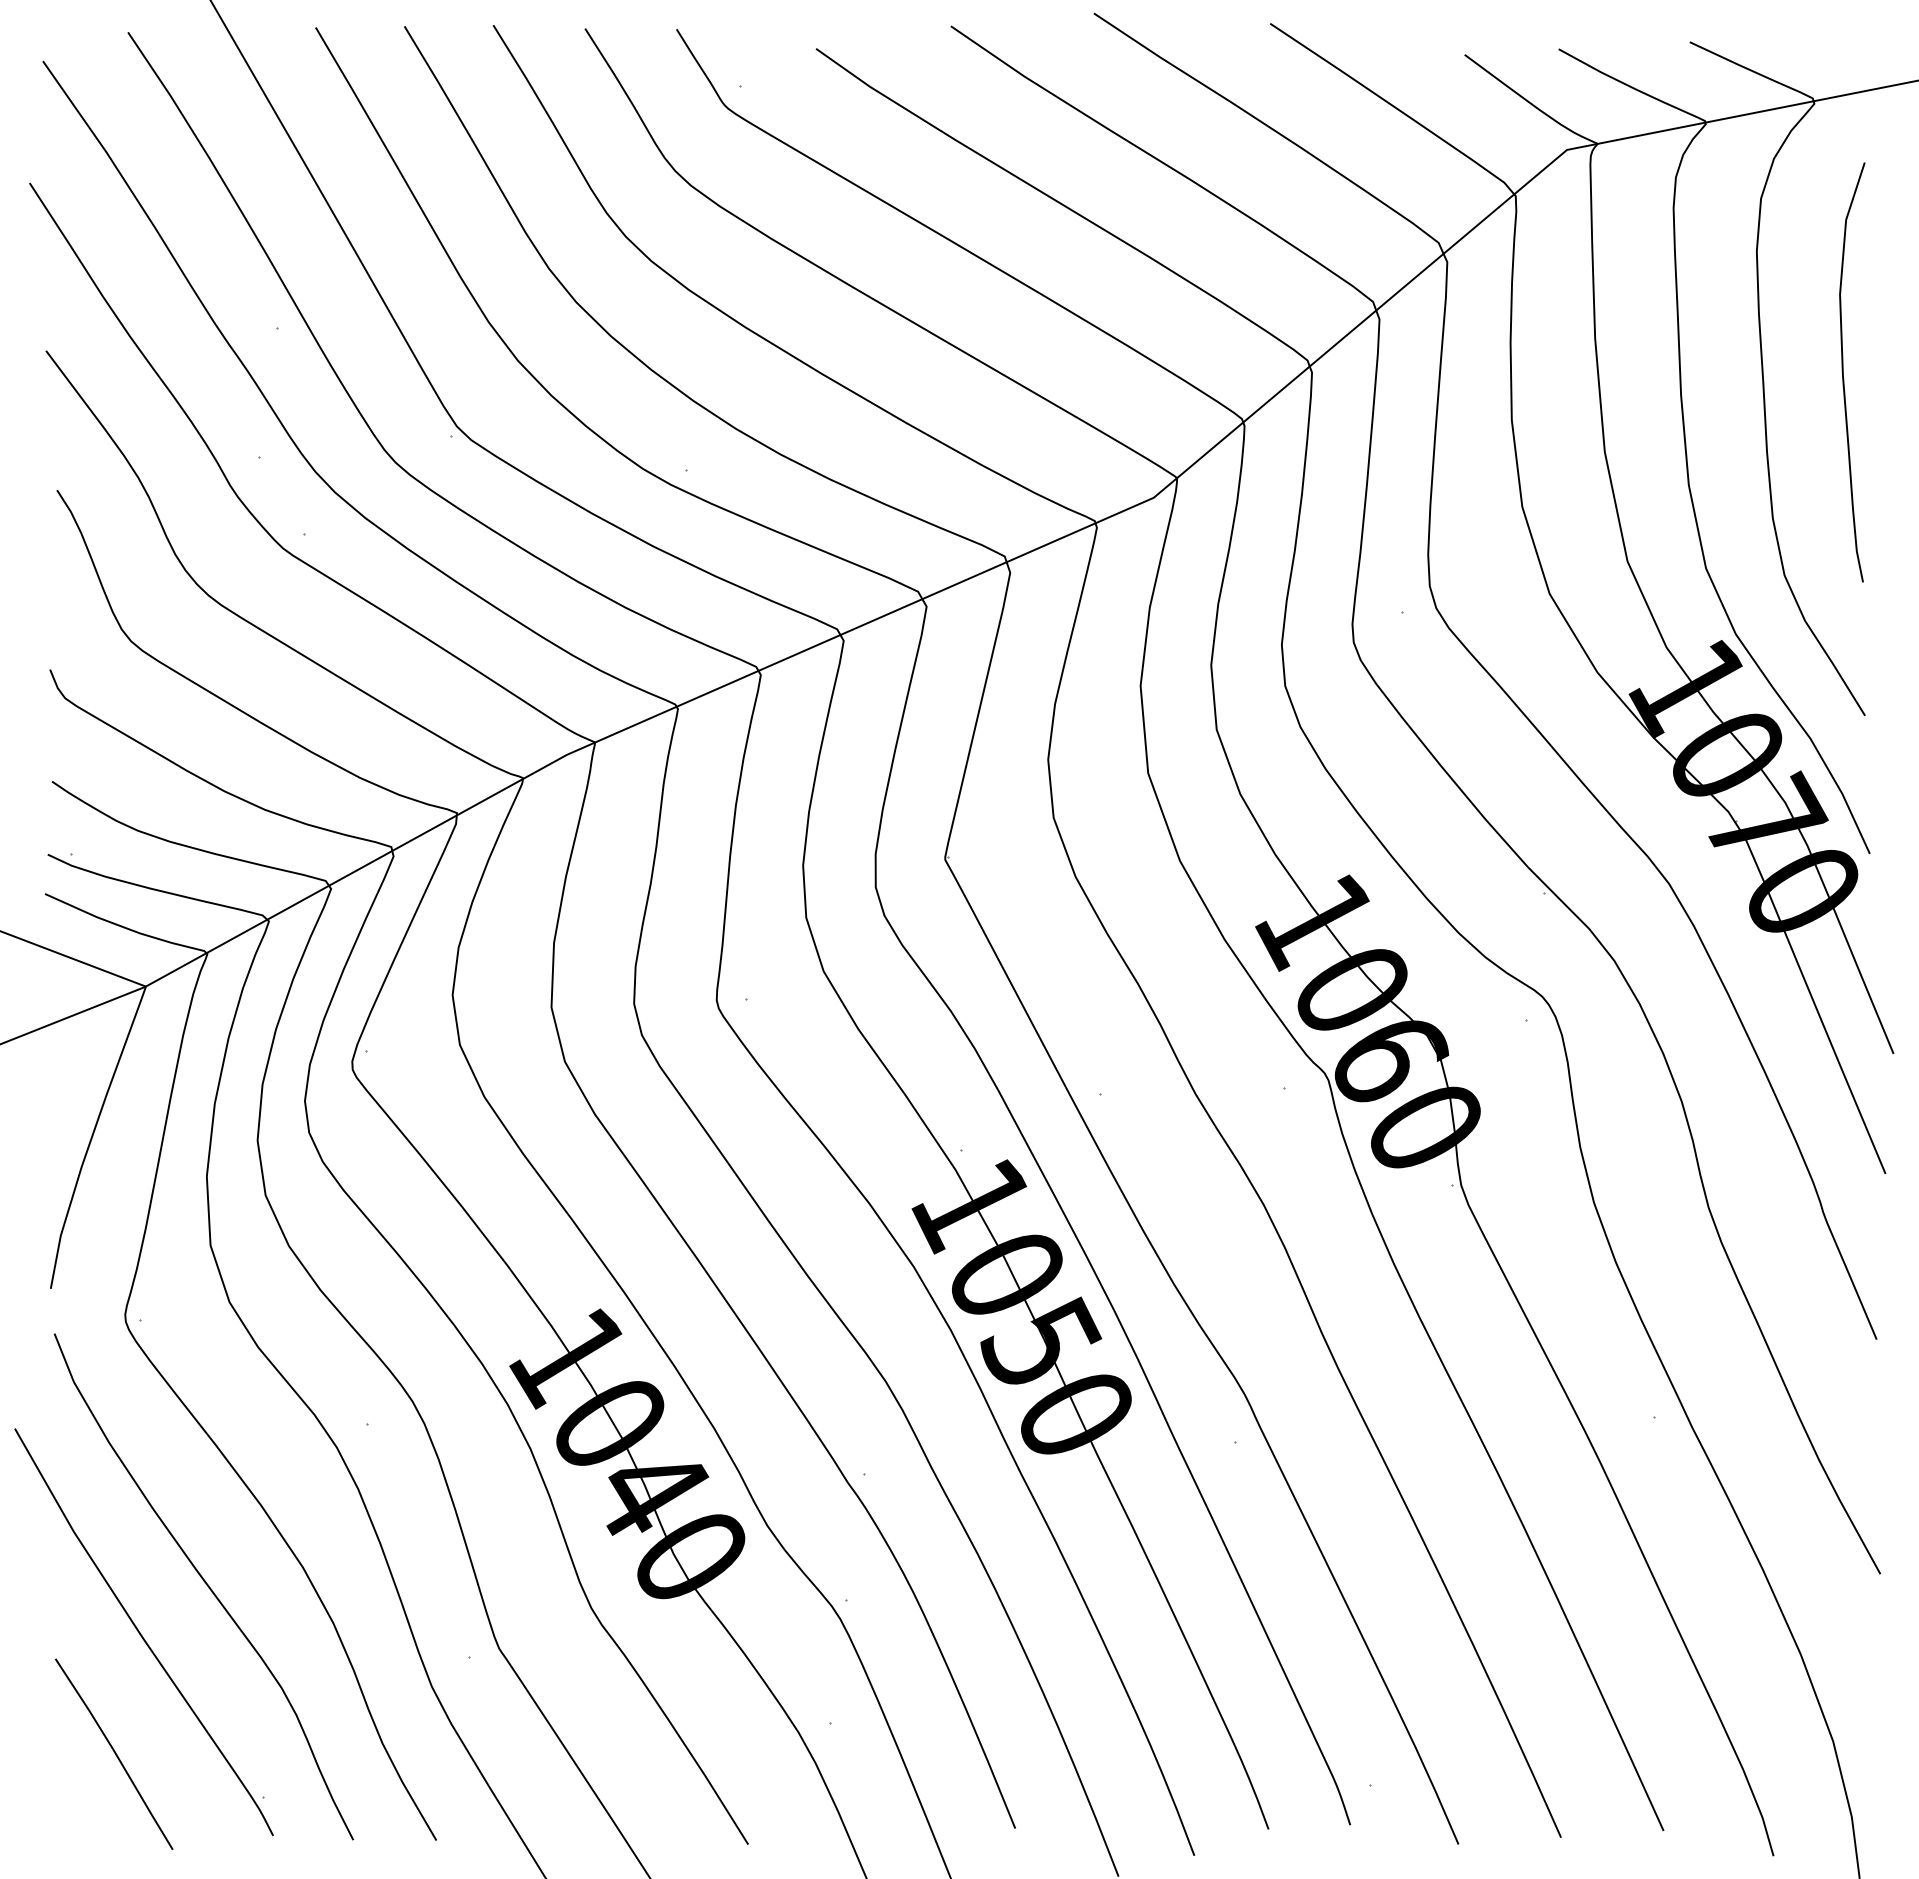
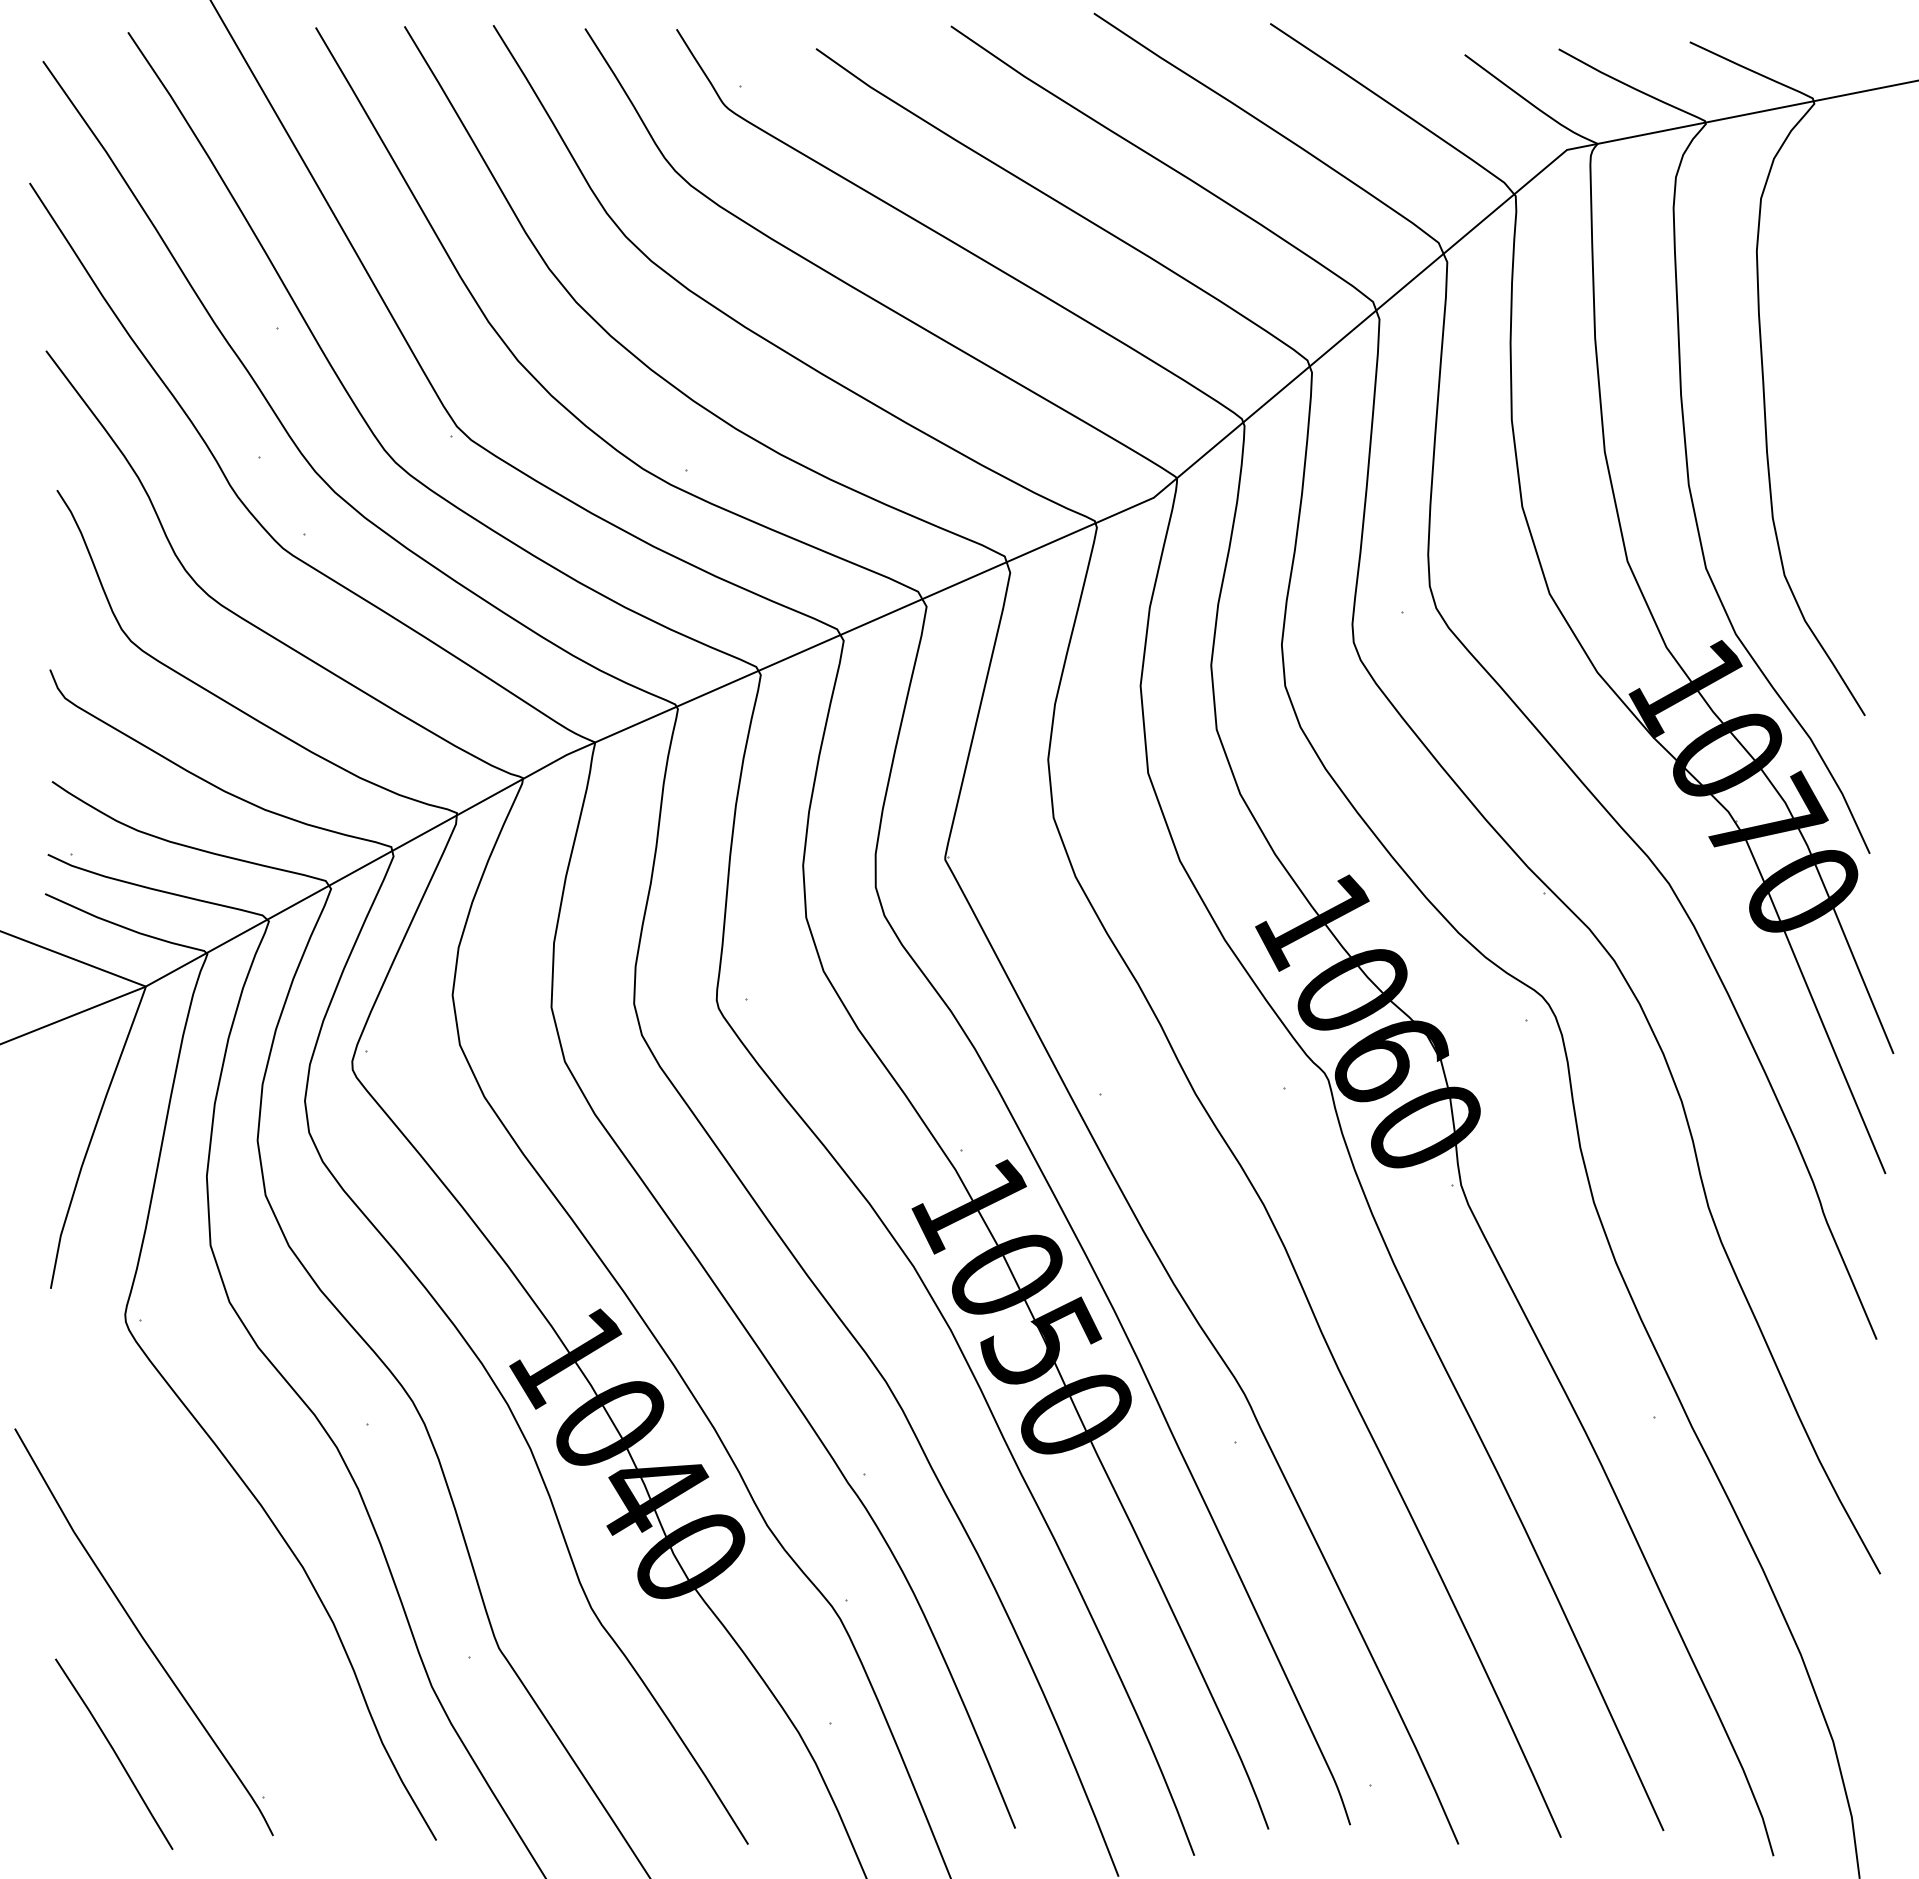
curve at (1843, 372): present -> none
curve at (205, 1584): present -> none
